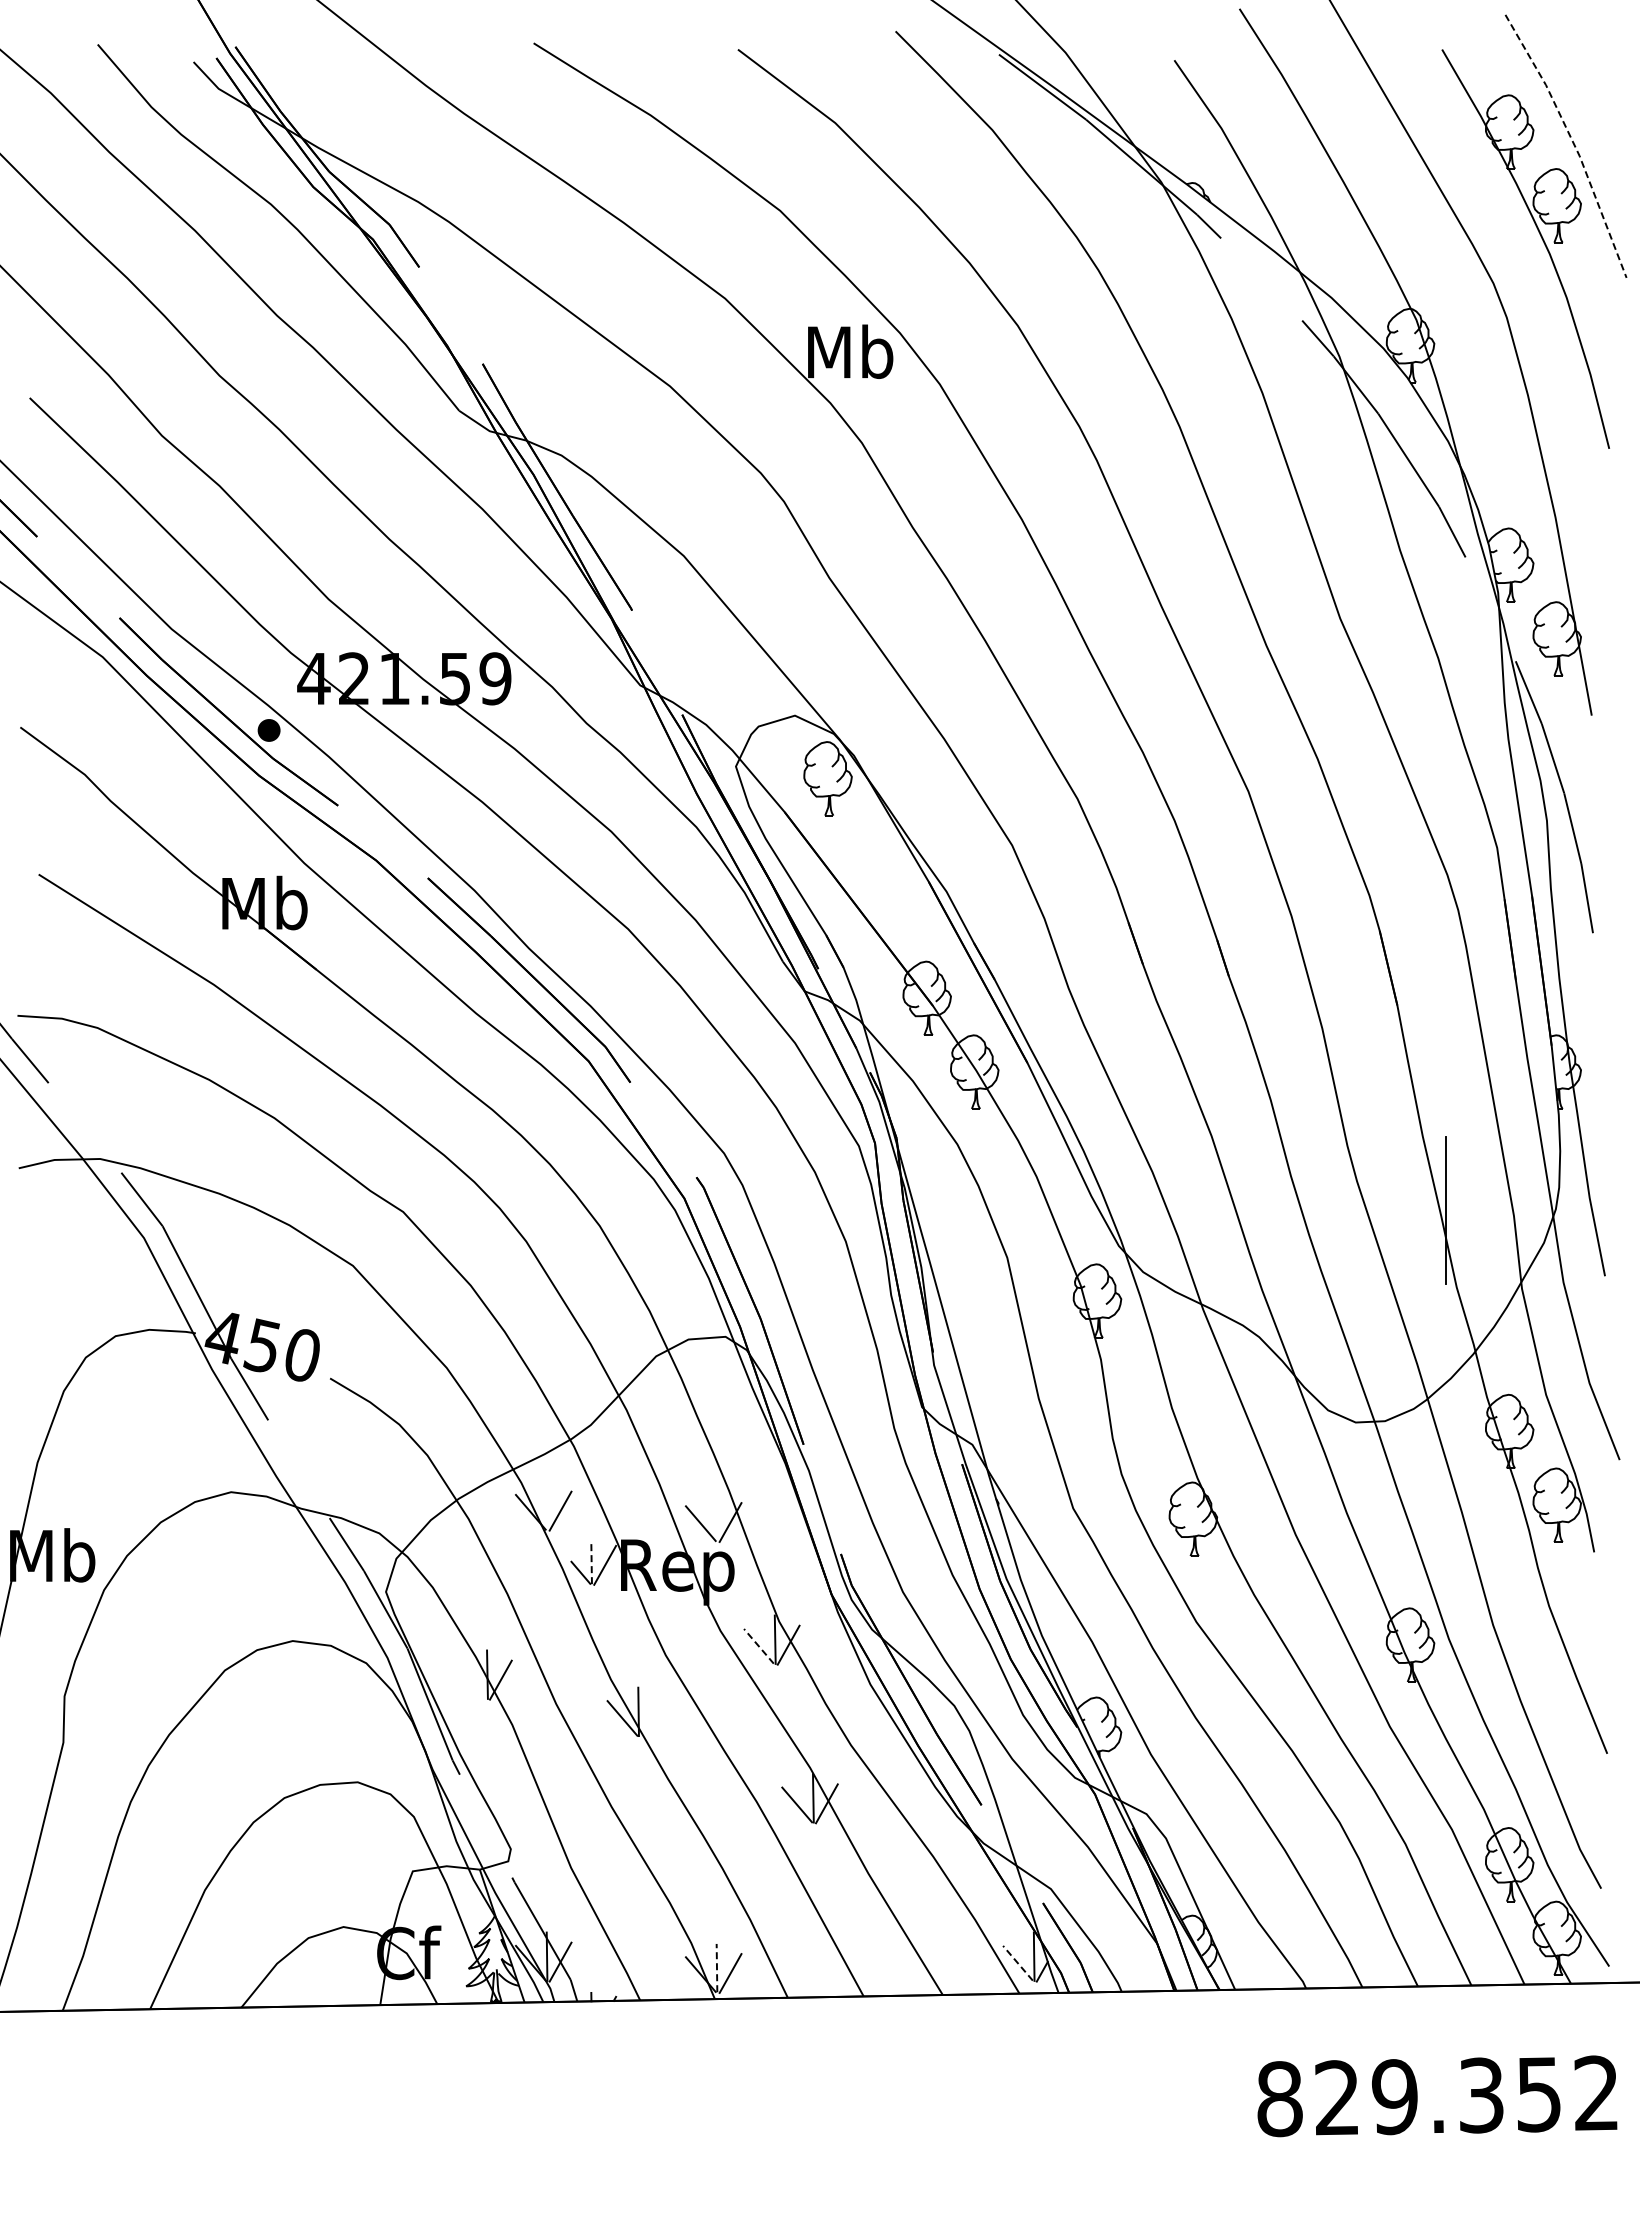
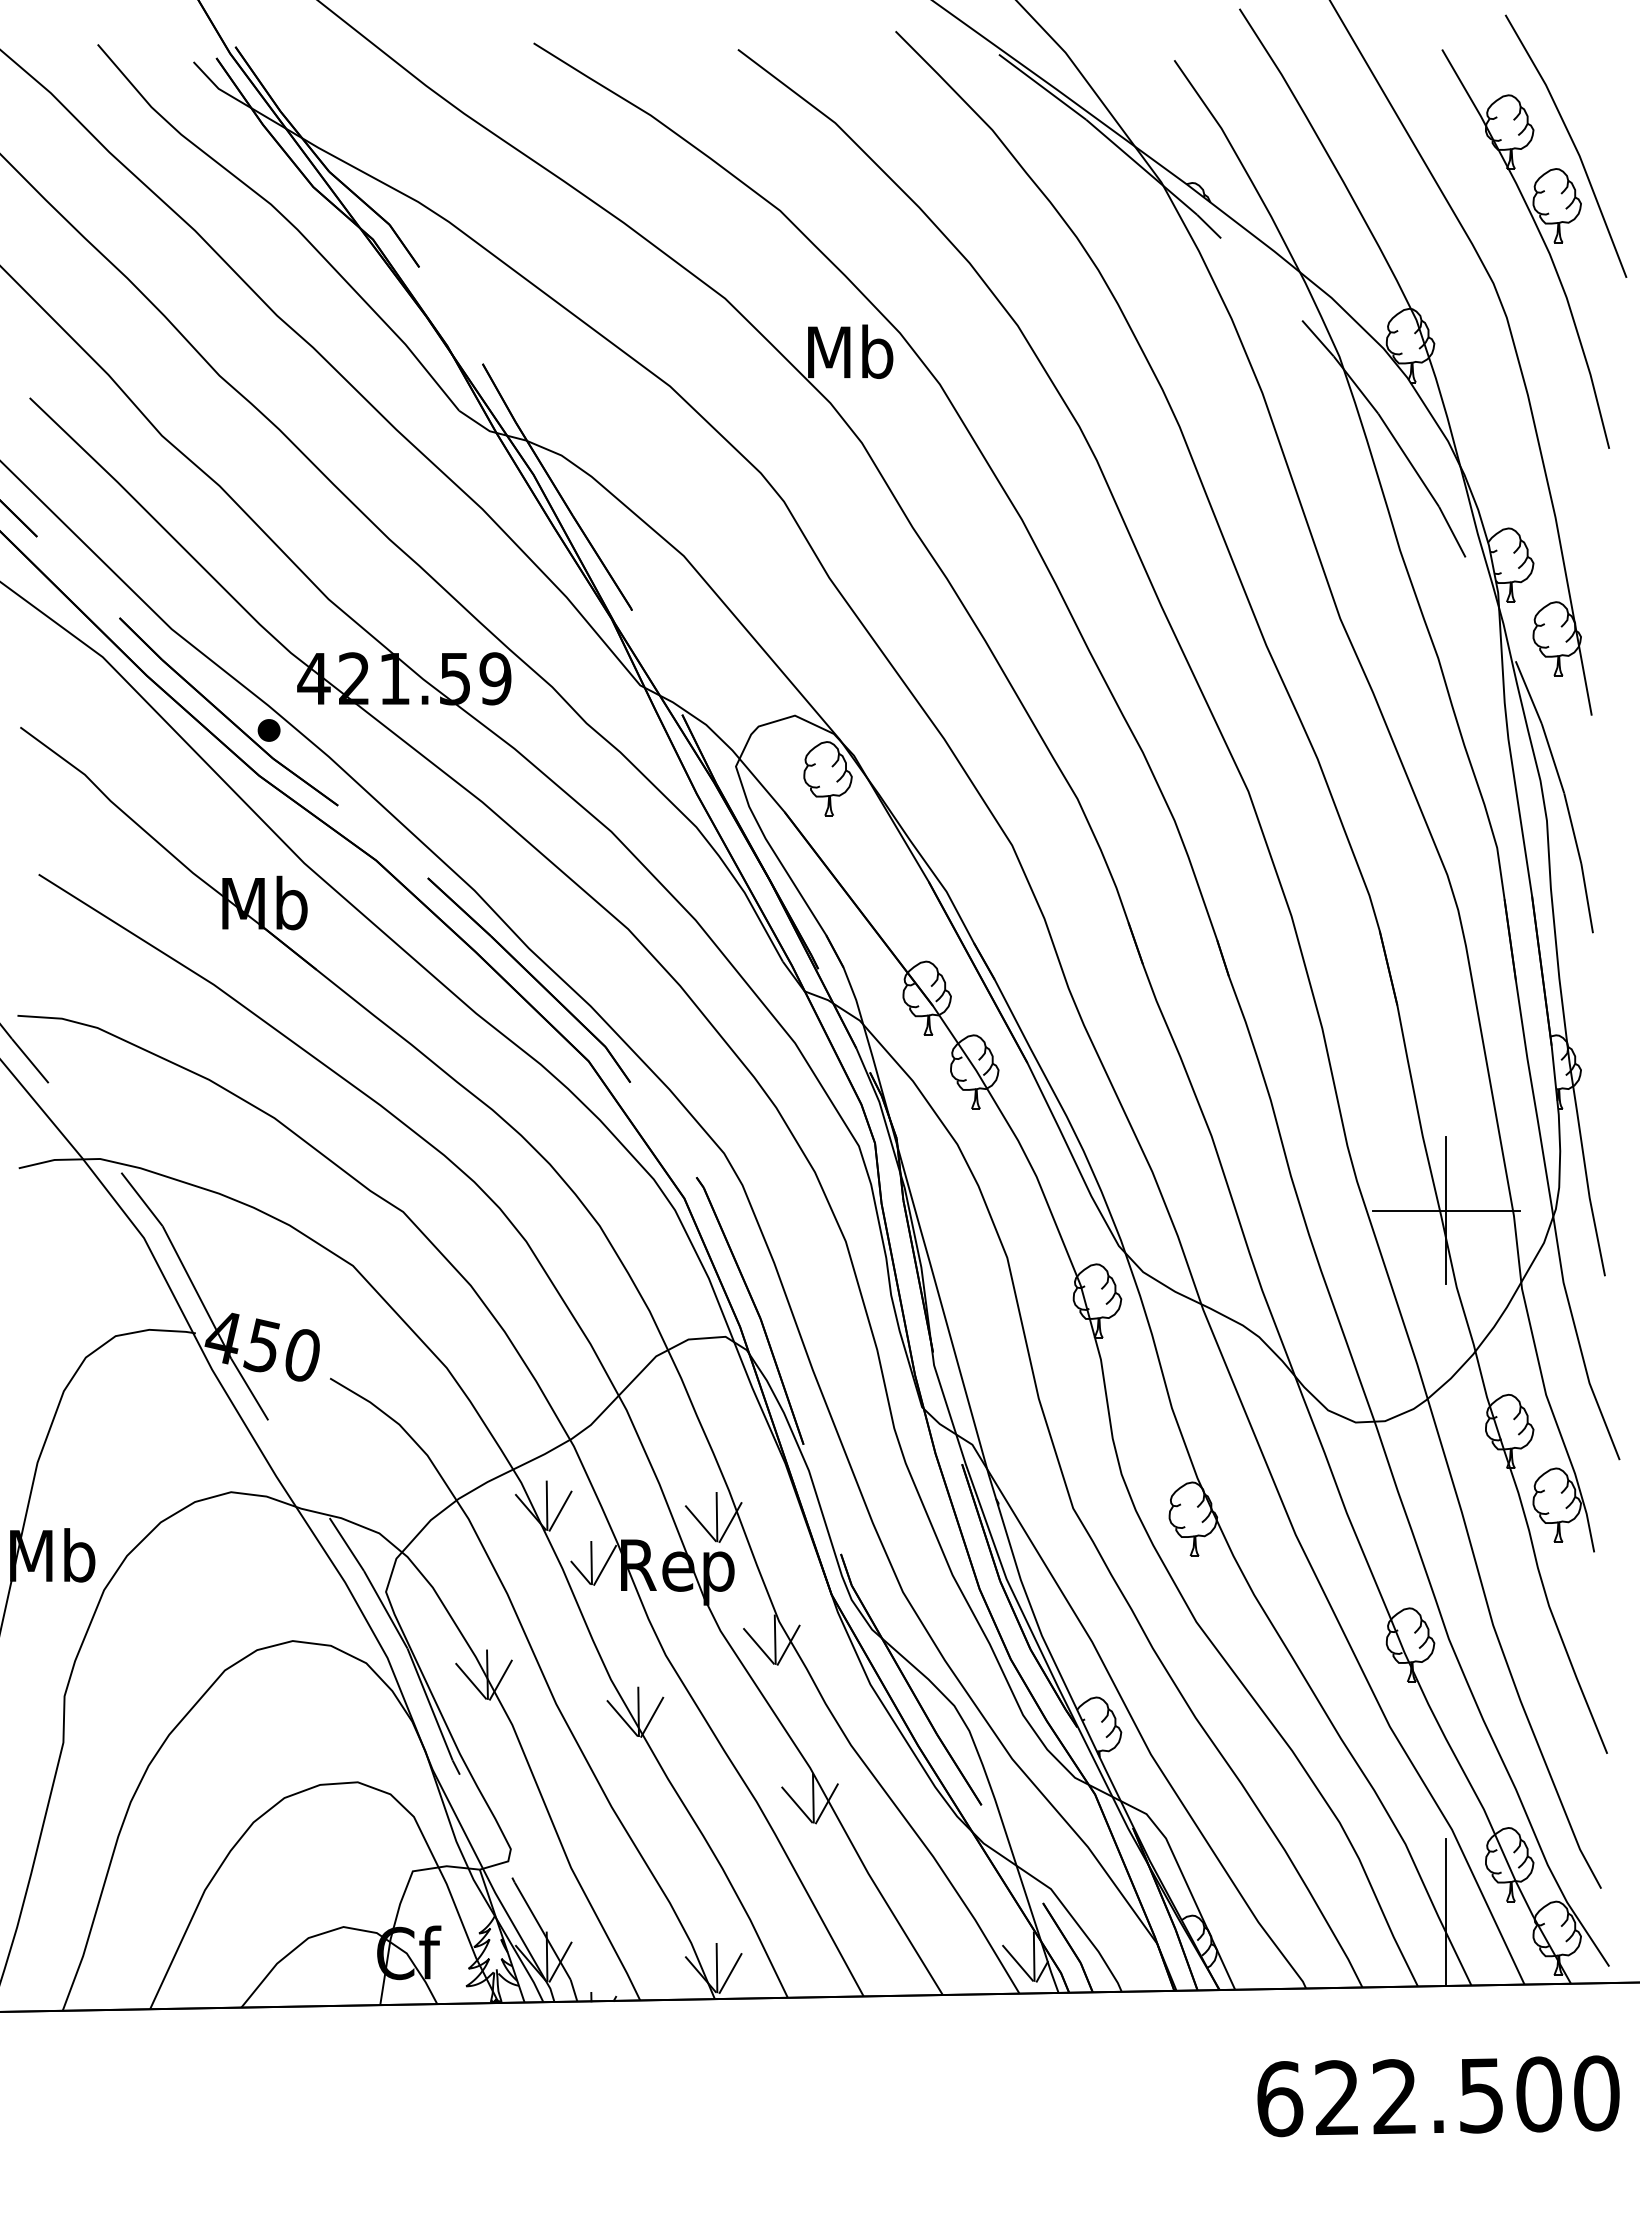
line at (1573, 143): dashed -> solid
line at (1445, 1210): none -> present
line at (546, 1505): none -> present
line at (716, 1516): none -> present
line at (591, 1562): dashed -> solid
line at (758, 1646): dashed -> solid
line at (471, 1680): none -> present
line at (652, 1716): none -> present
line at (1446, 1912): none -> present
line at (1017, 1963): dashed -> solid
line at (716, 1967): dashed -> solid
text at (1438, 2096): 829.352 -> 622.500
